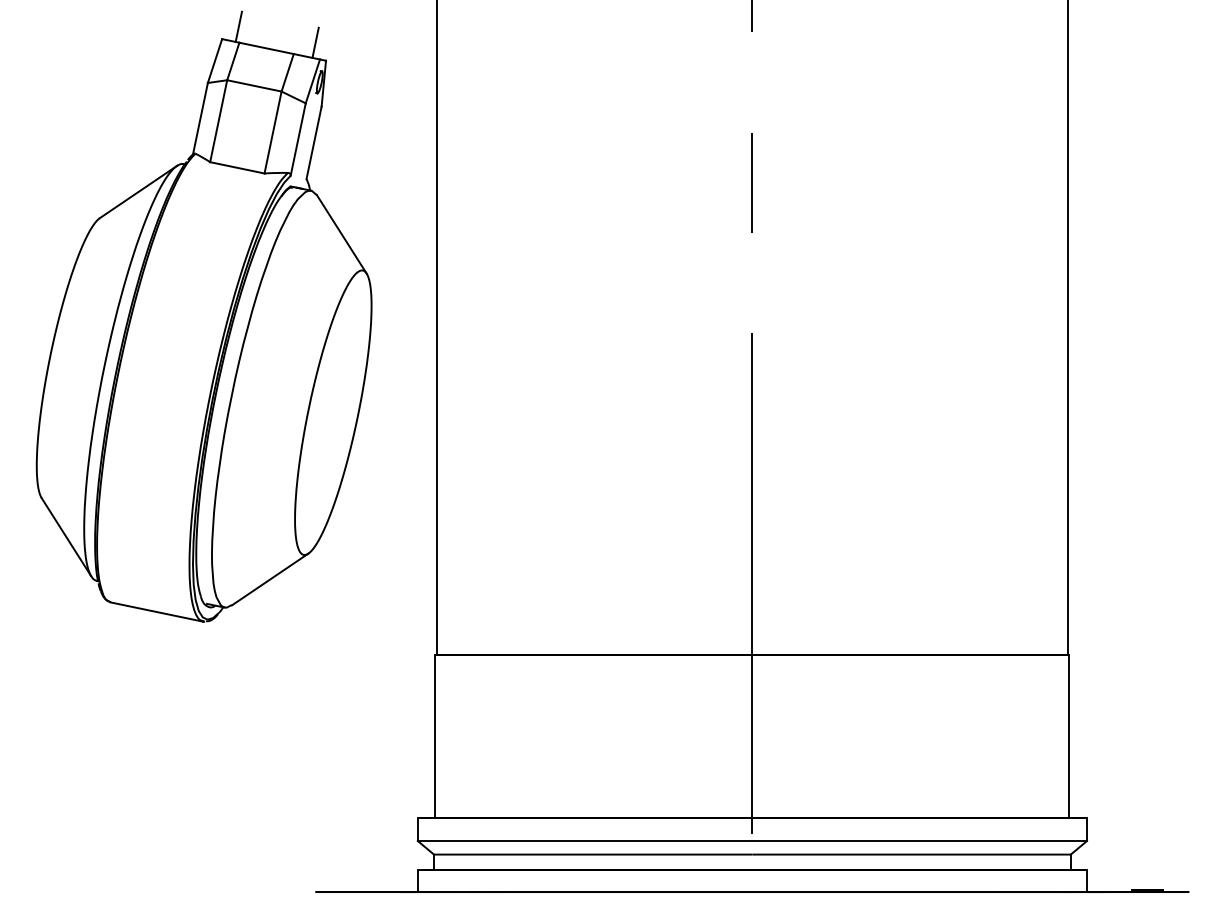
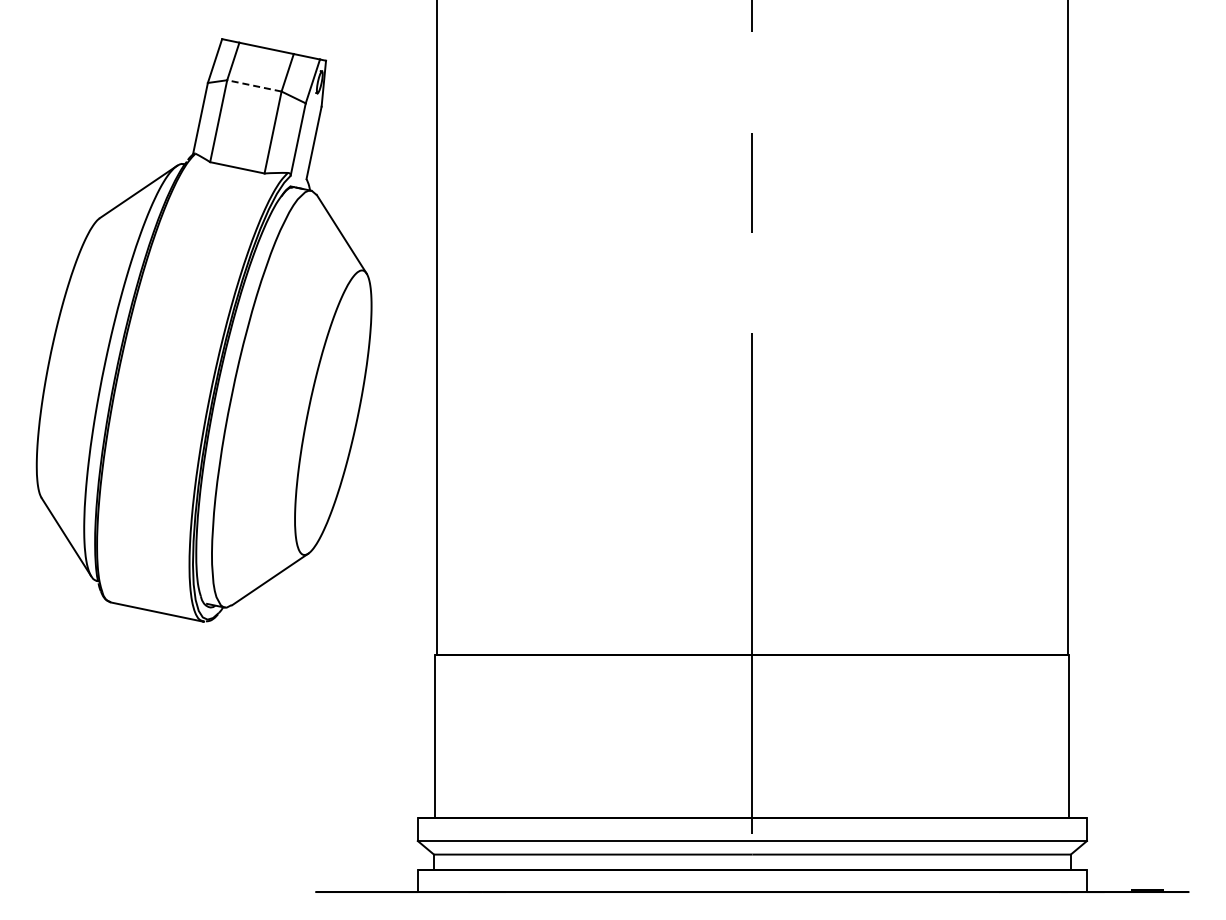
line at (238, 26): present -> none
line at (315, 42): present -> none
line at (254, 85): solid -> dashed
